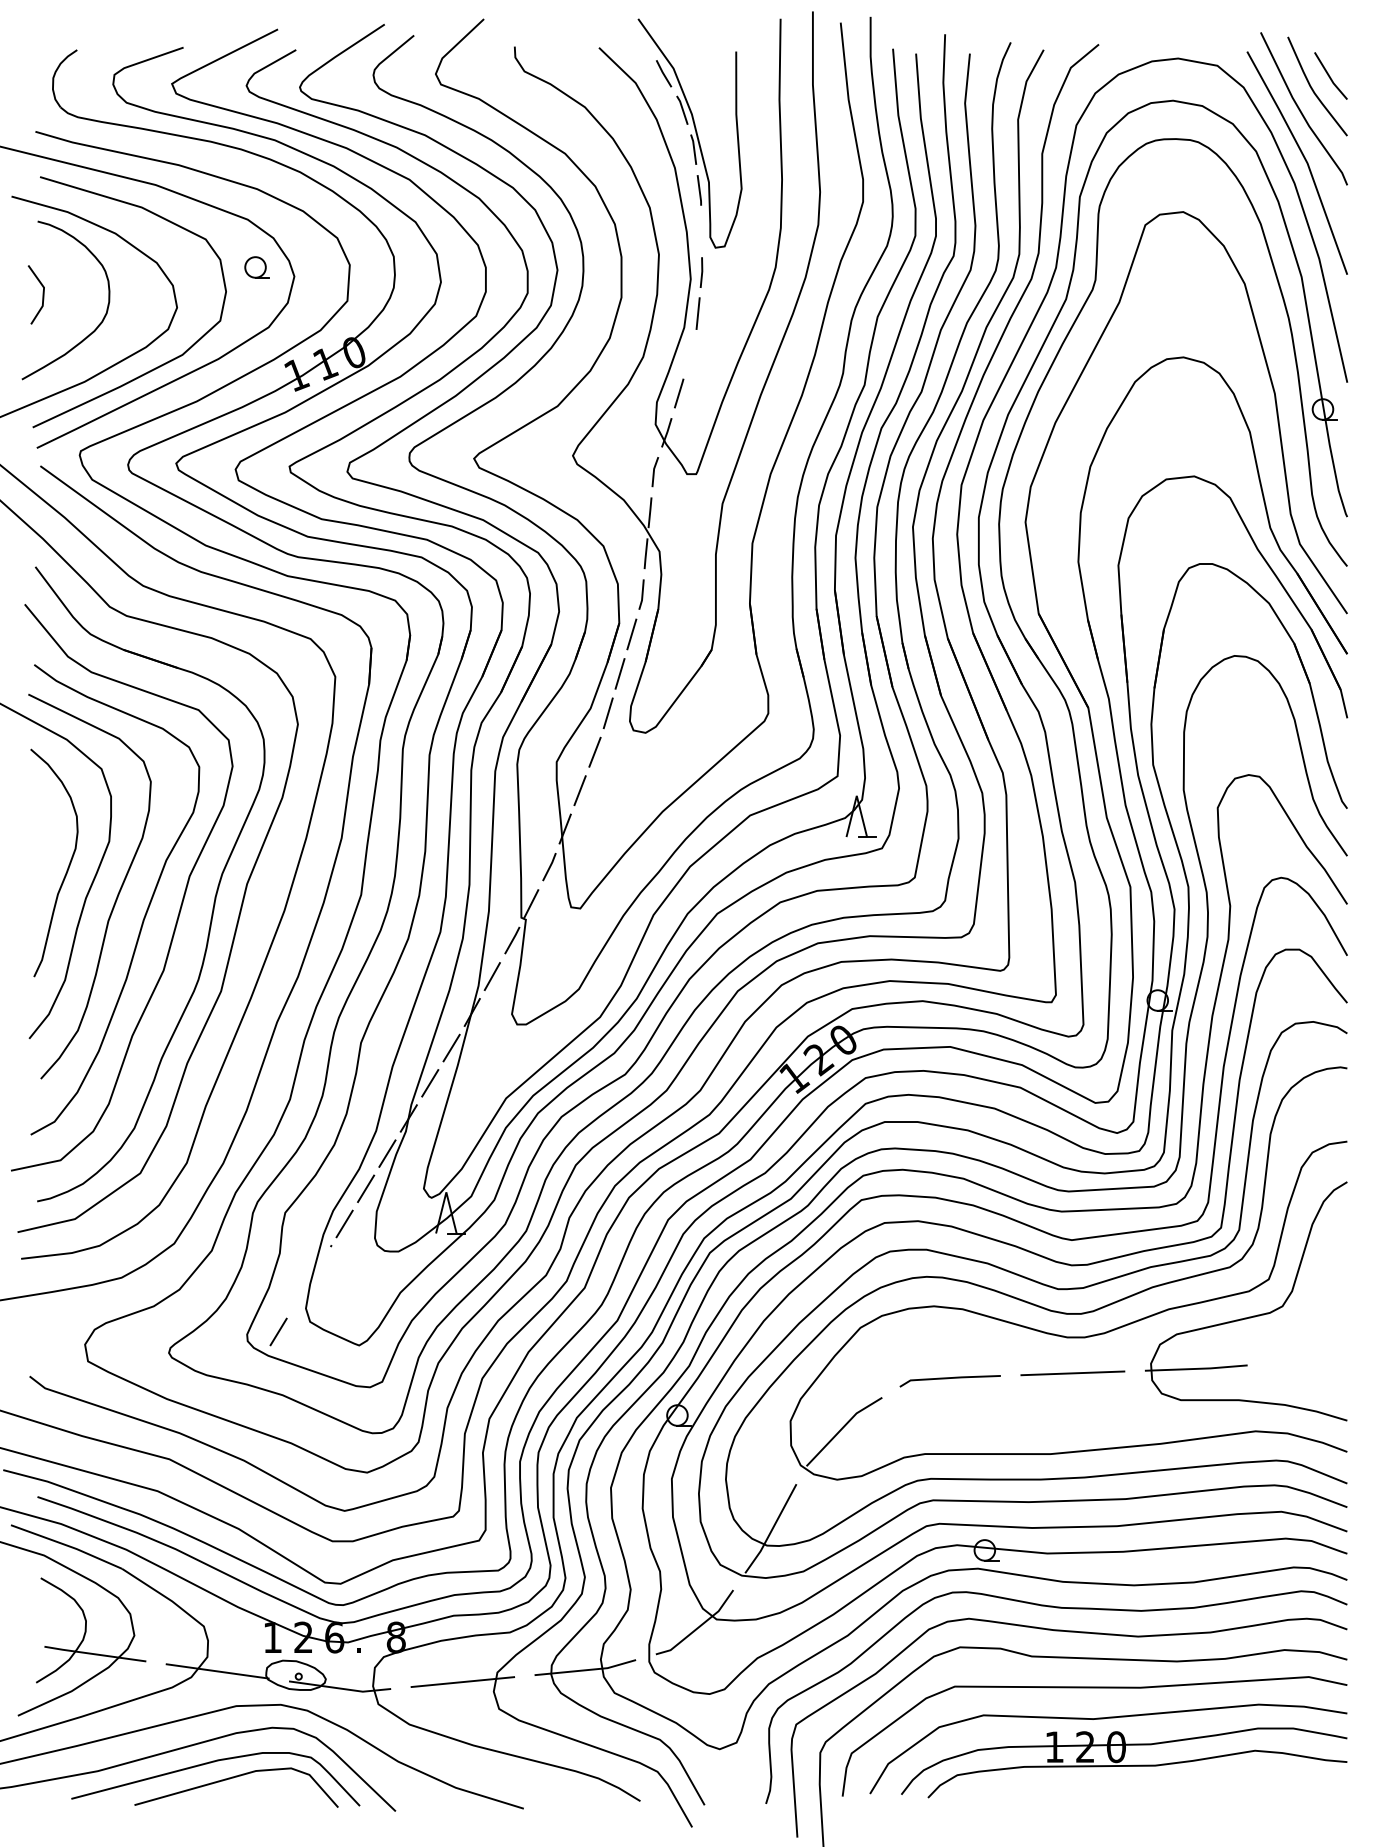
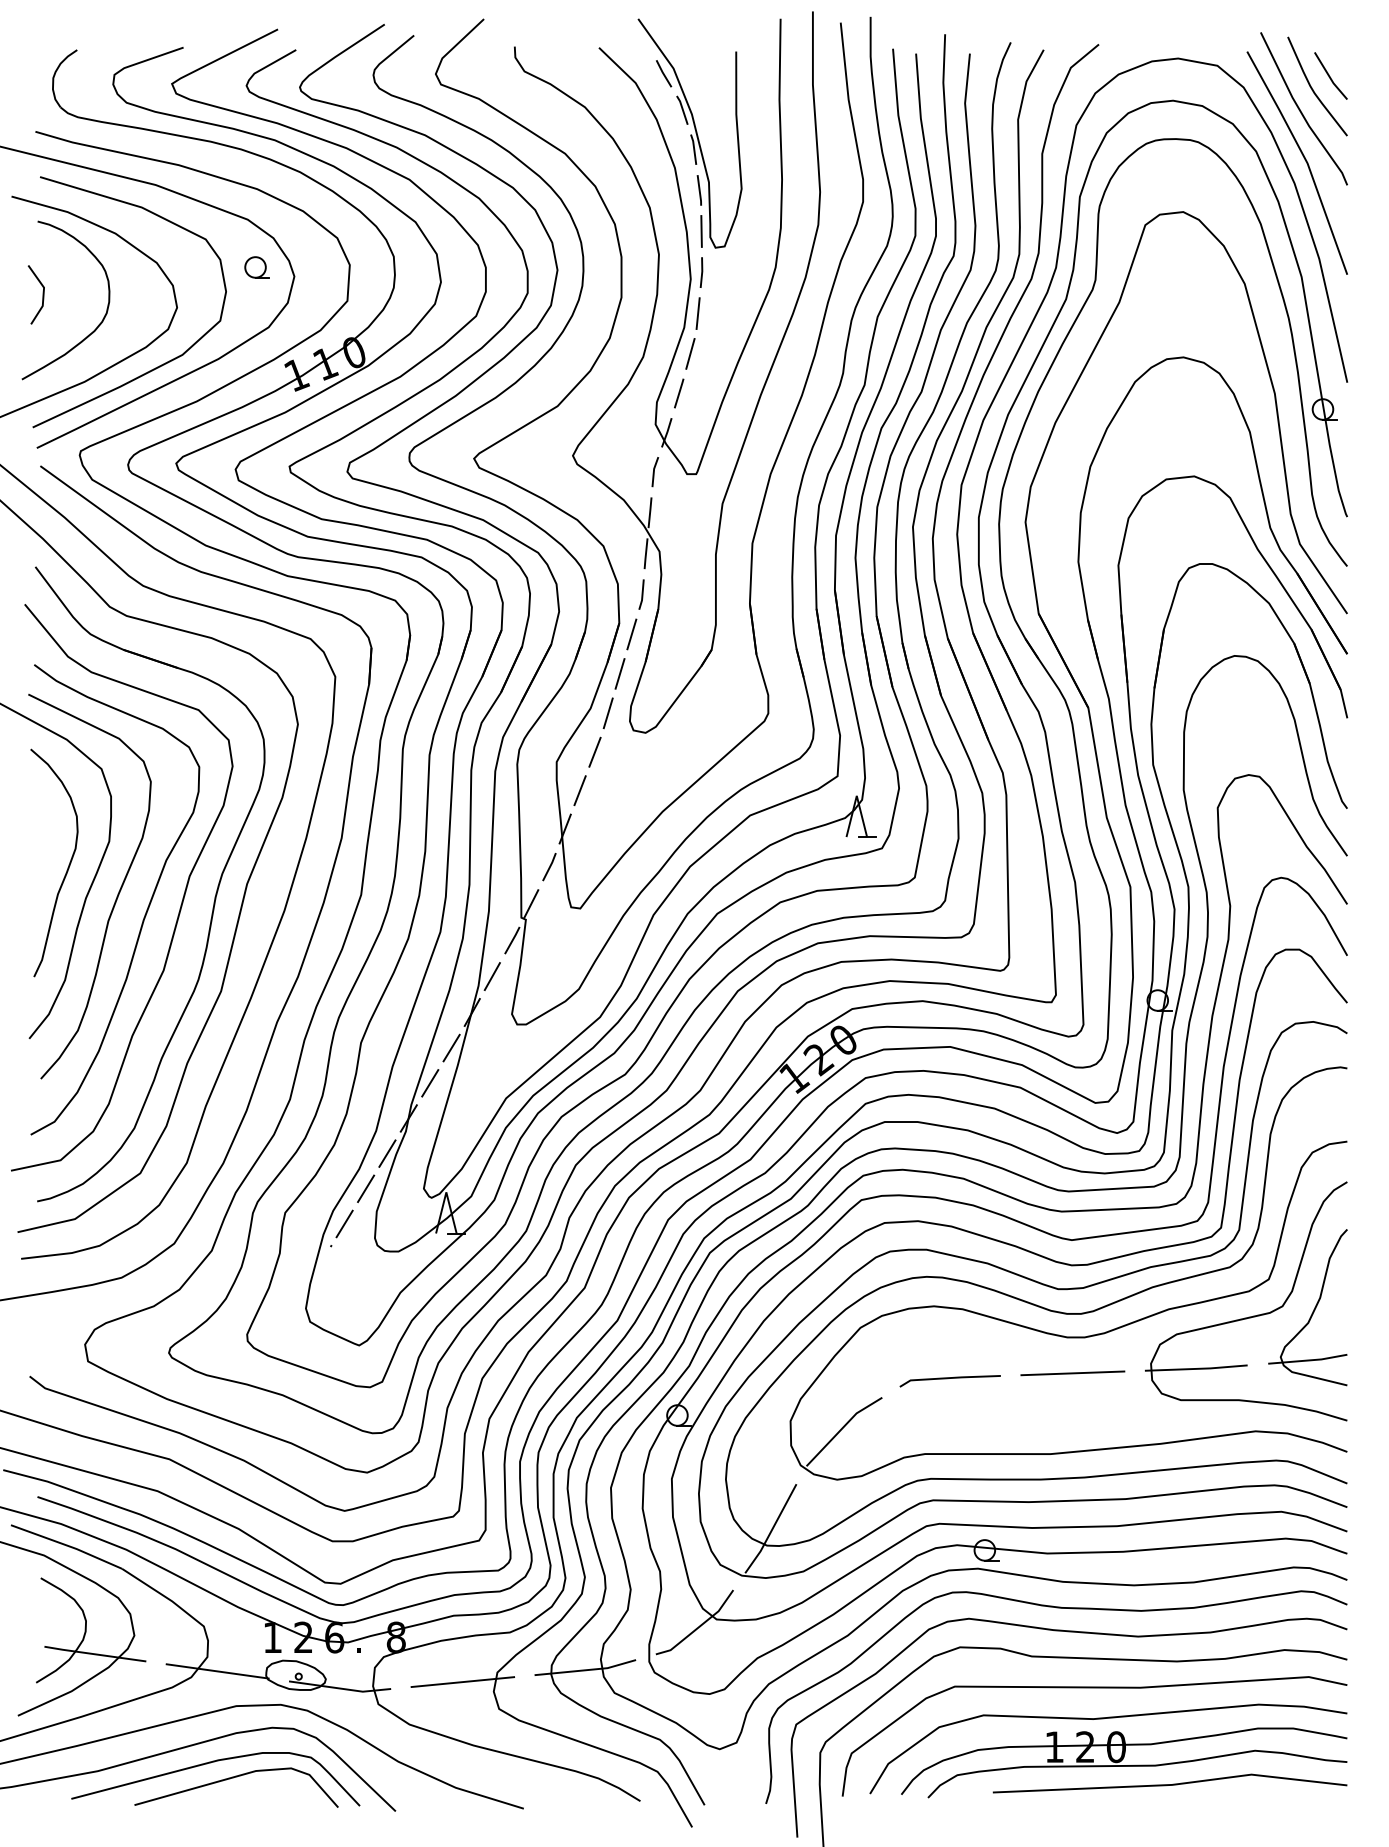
line at (701, 231): none -> present
line at (690, 353): none -> present
part at (1313, 1309): none -> present
line at (278, 1331): present -> none
line at (1169, 1784): none -> present
